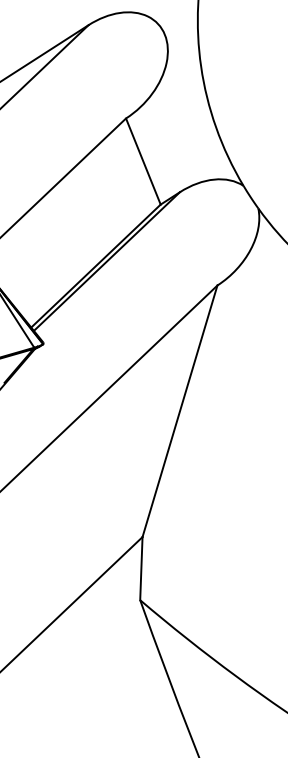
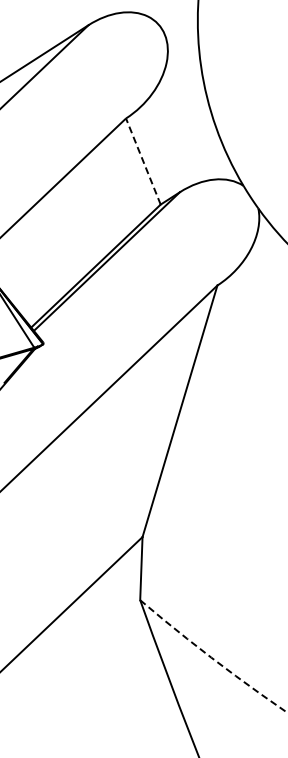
line at (143, 161): solid -> dashed
arc at (212, 658): solid -> dashed
